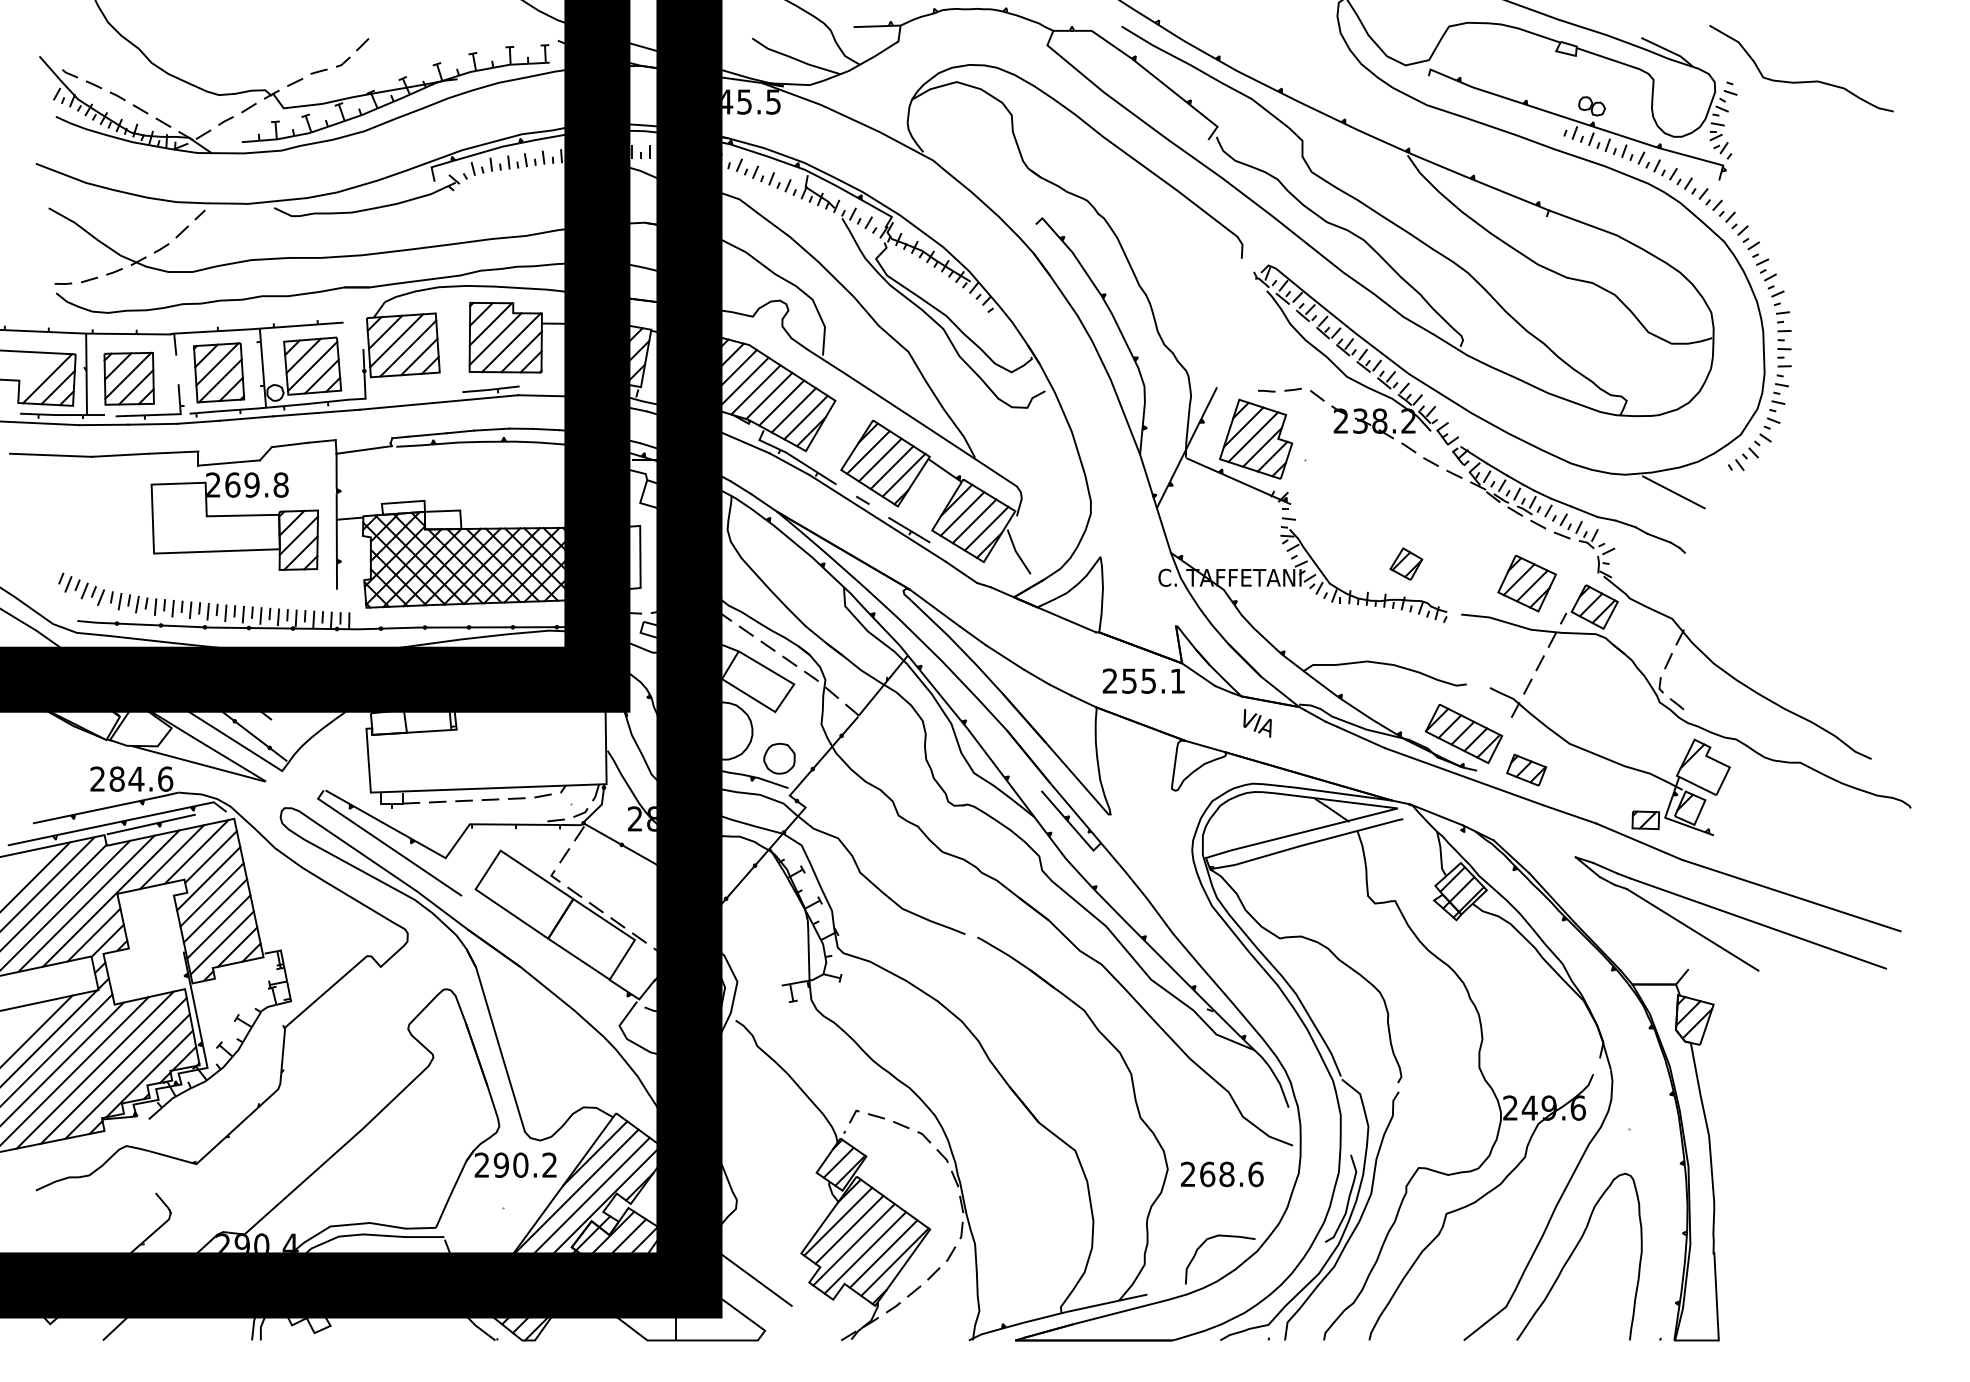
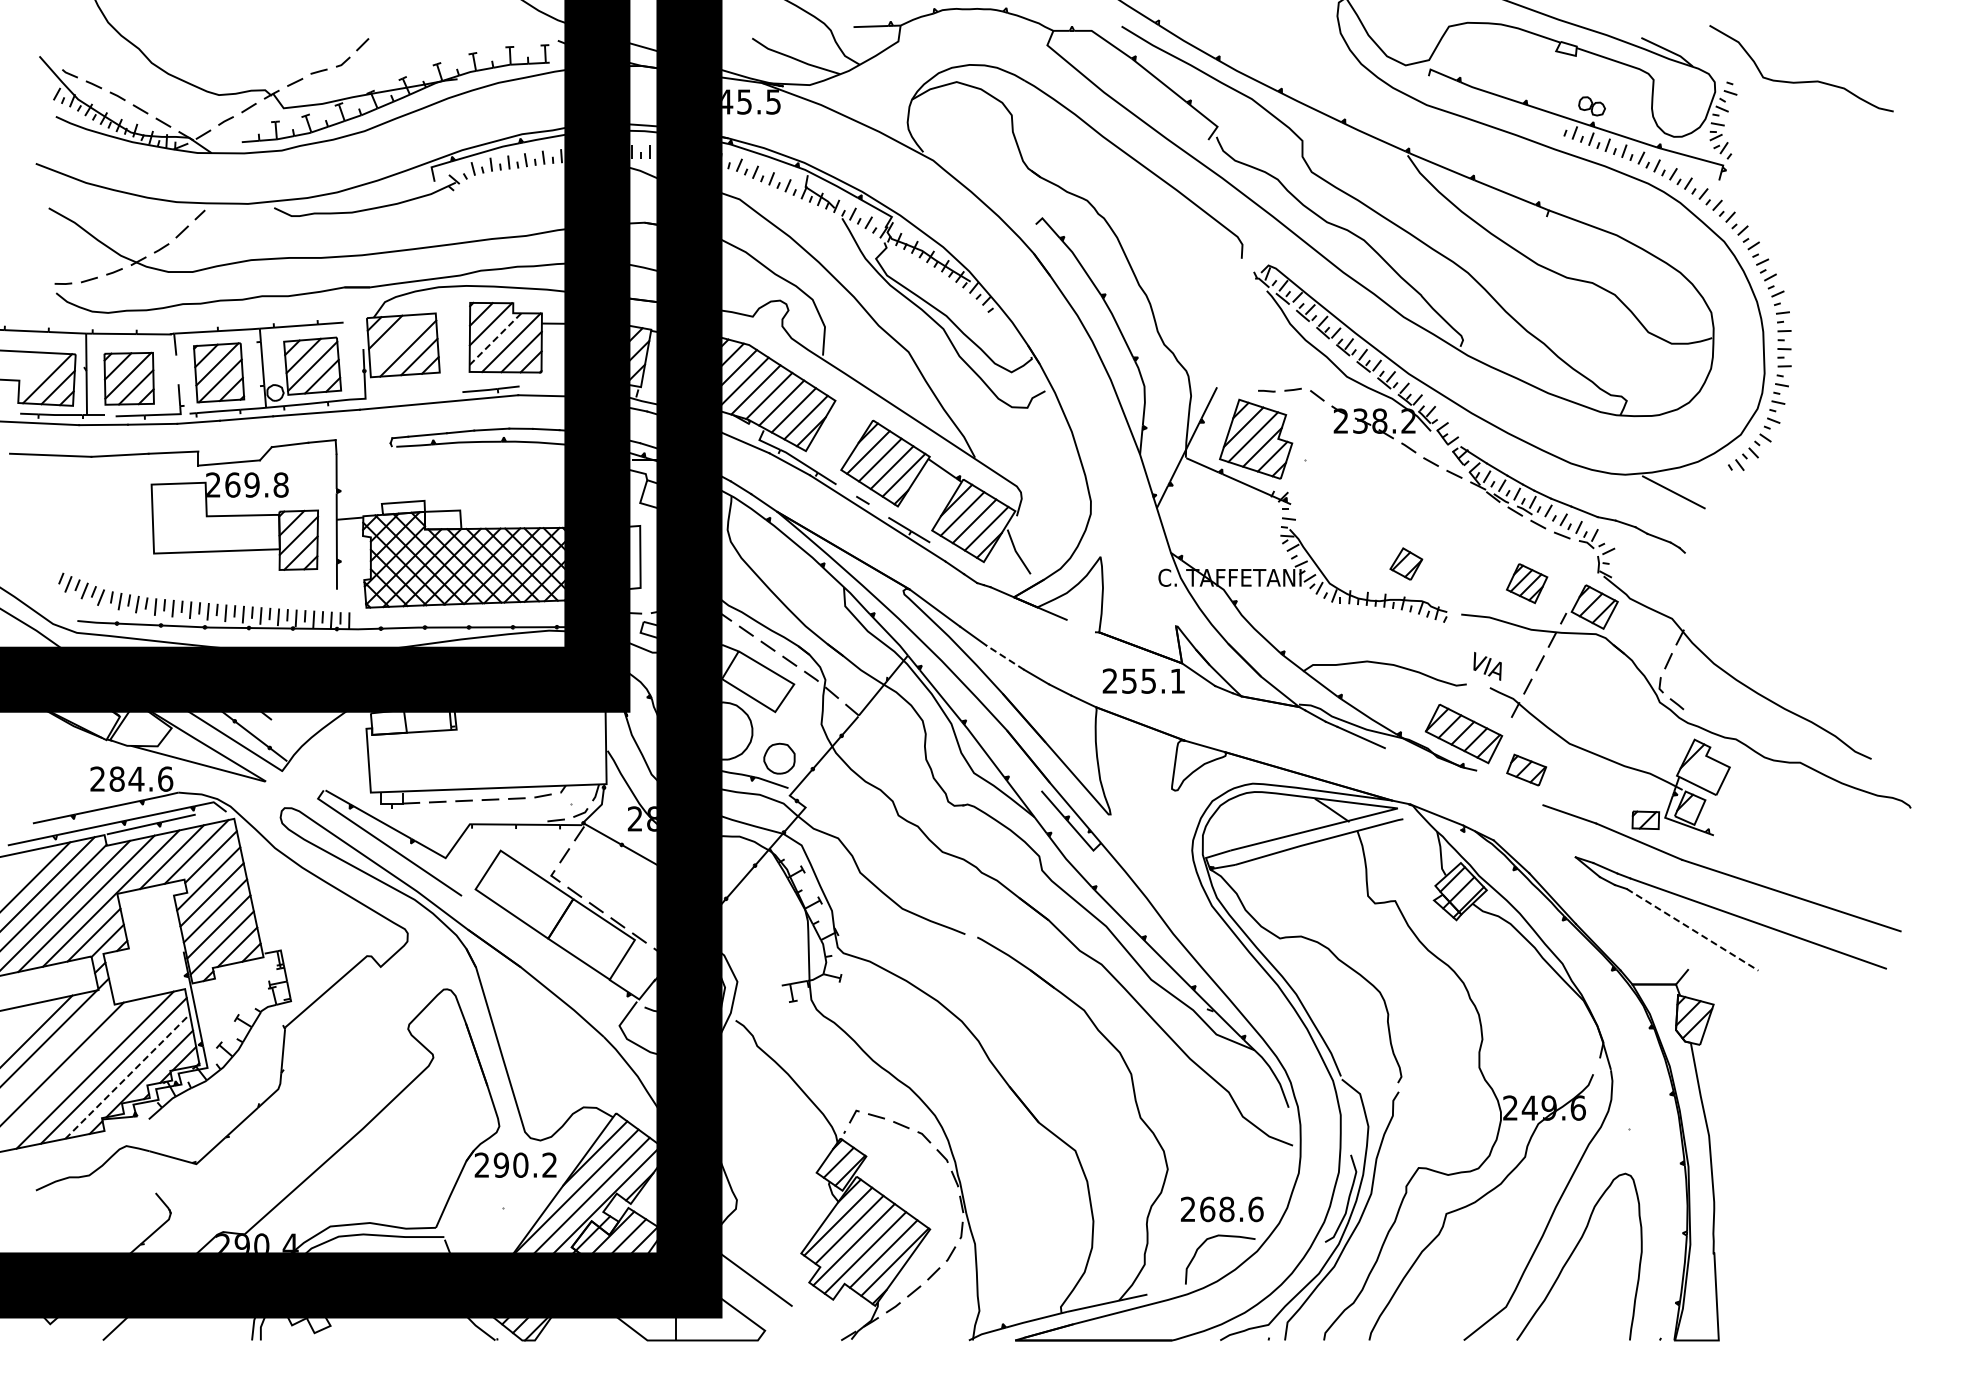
line at (495, 339): solid -> dashed
line at (396, 340): present -> none
line at (363, 449): present -> none
part at (1526, 583) size: 60x59 px -> 43x42 px
line at (1080, 625): present -> none
line at (1004, 657): solid -> dashed
text at (1257, 723) position: (1257, 723) -> (1487, 666)
line at (1463, 776): present -> none
line at (1693, 930): solid -> dashed
line at (57, 1049): present -> none
line at (75, 1070): present -> none
line at (128, 1076): solid -> dashed
text at (1222, 1174) position: (1222, 1174) -> (1222, 1209)
